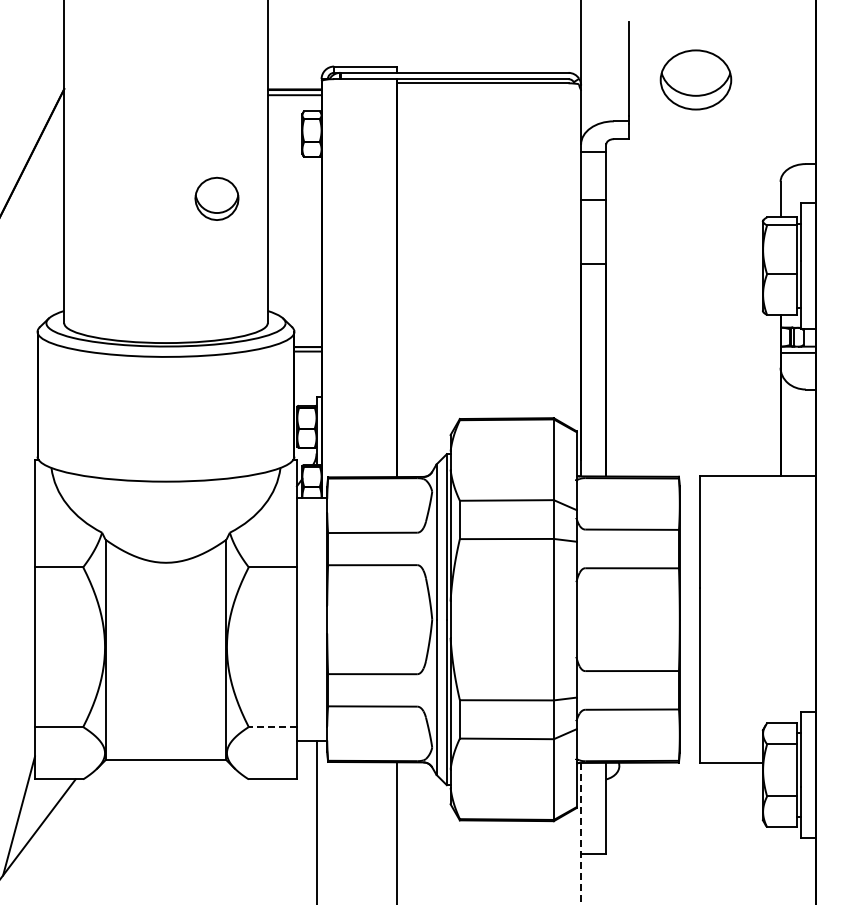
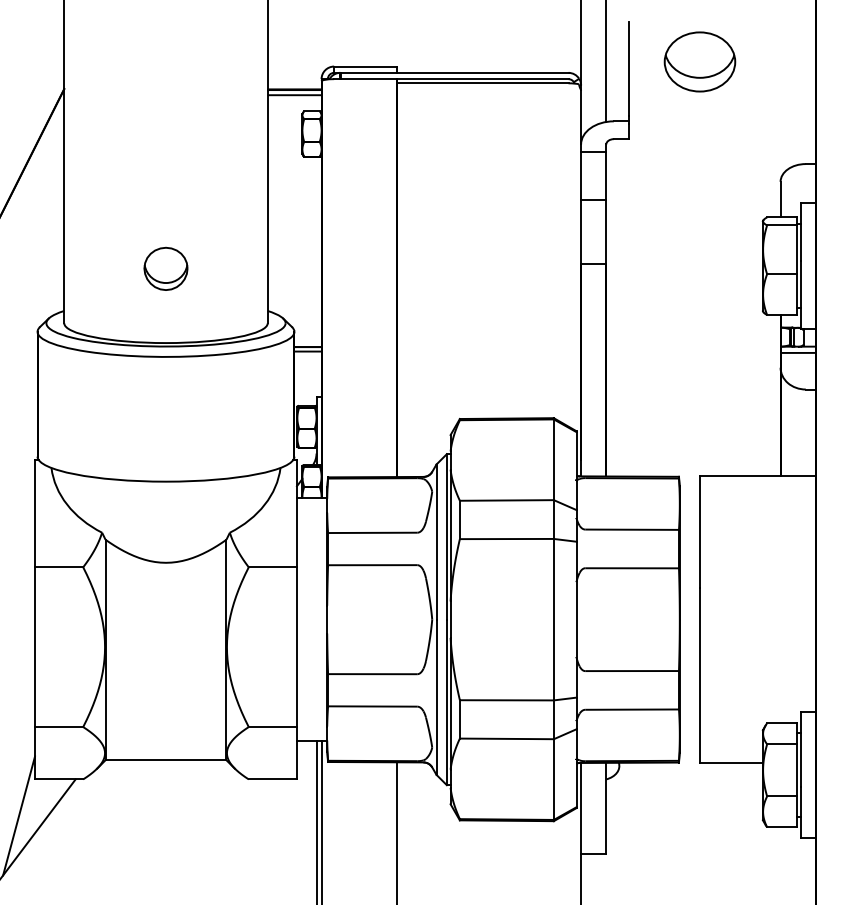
line at (606, 61): none -> present
part at (695, 79) position: (695, 79) -> (699, 61)
part at (216, 198) position: (216, 198) -> (165, 268)
line at (272, 727): dashed -> solid
line at (321, 821): none -> present
line at (581, 833): dashed -> solid
